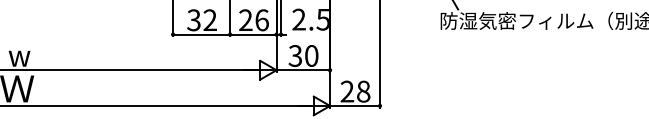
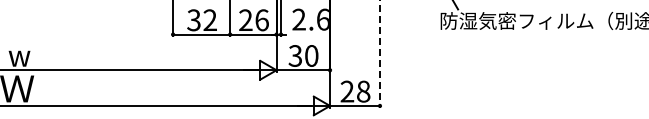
text at (322, 19): 2.5 -> 2.6
line at (380, 54): solid -> dashed
